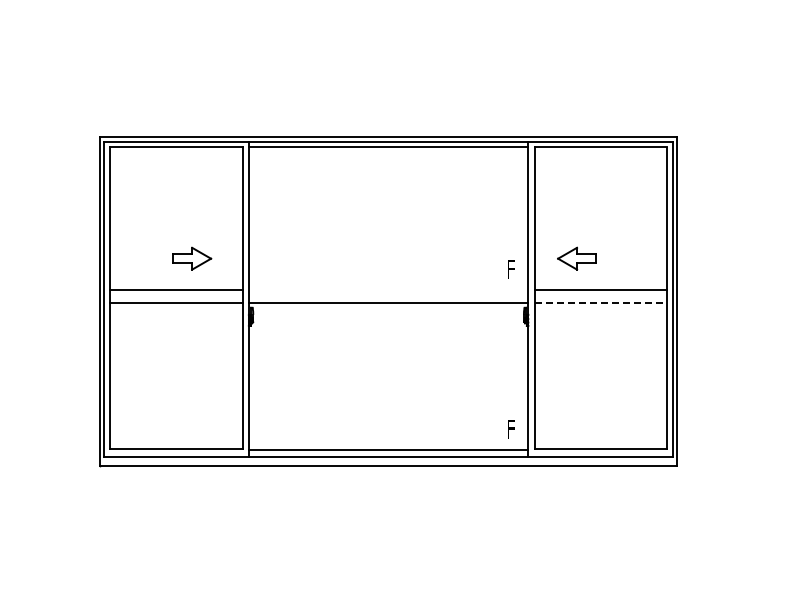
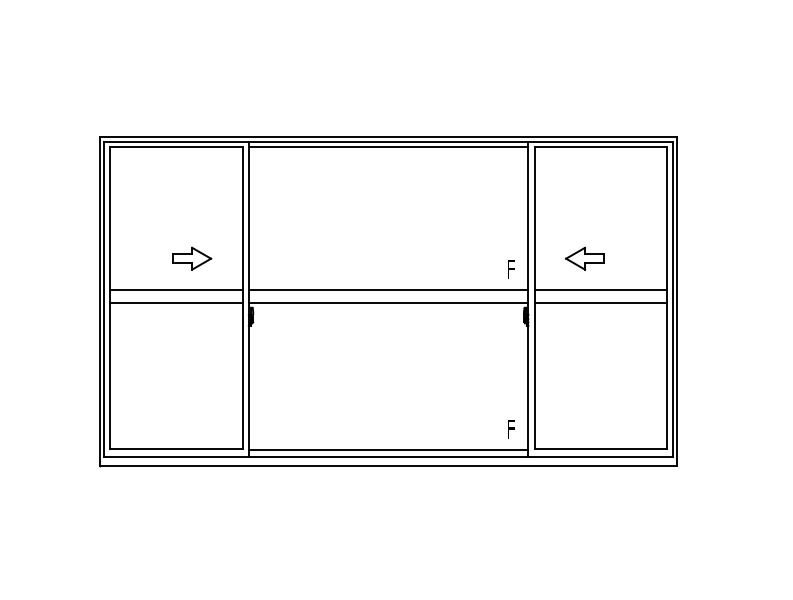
part at (576, 258) position: (576, 258) -> (584, 258)
line at (388, 290): none -> present
line at (601, 302): dashed -> solid
